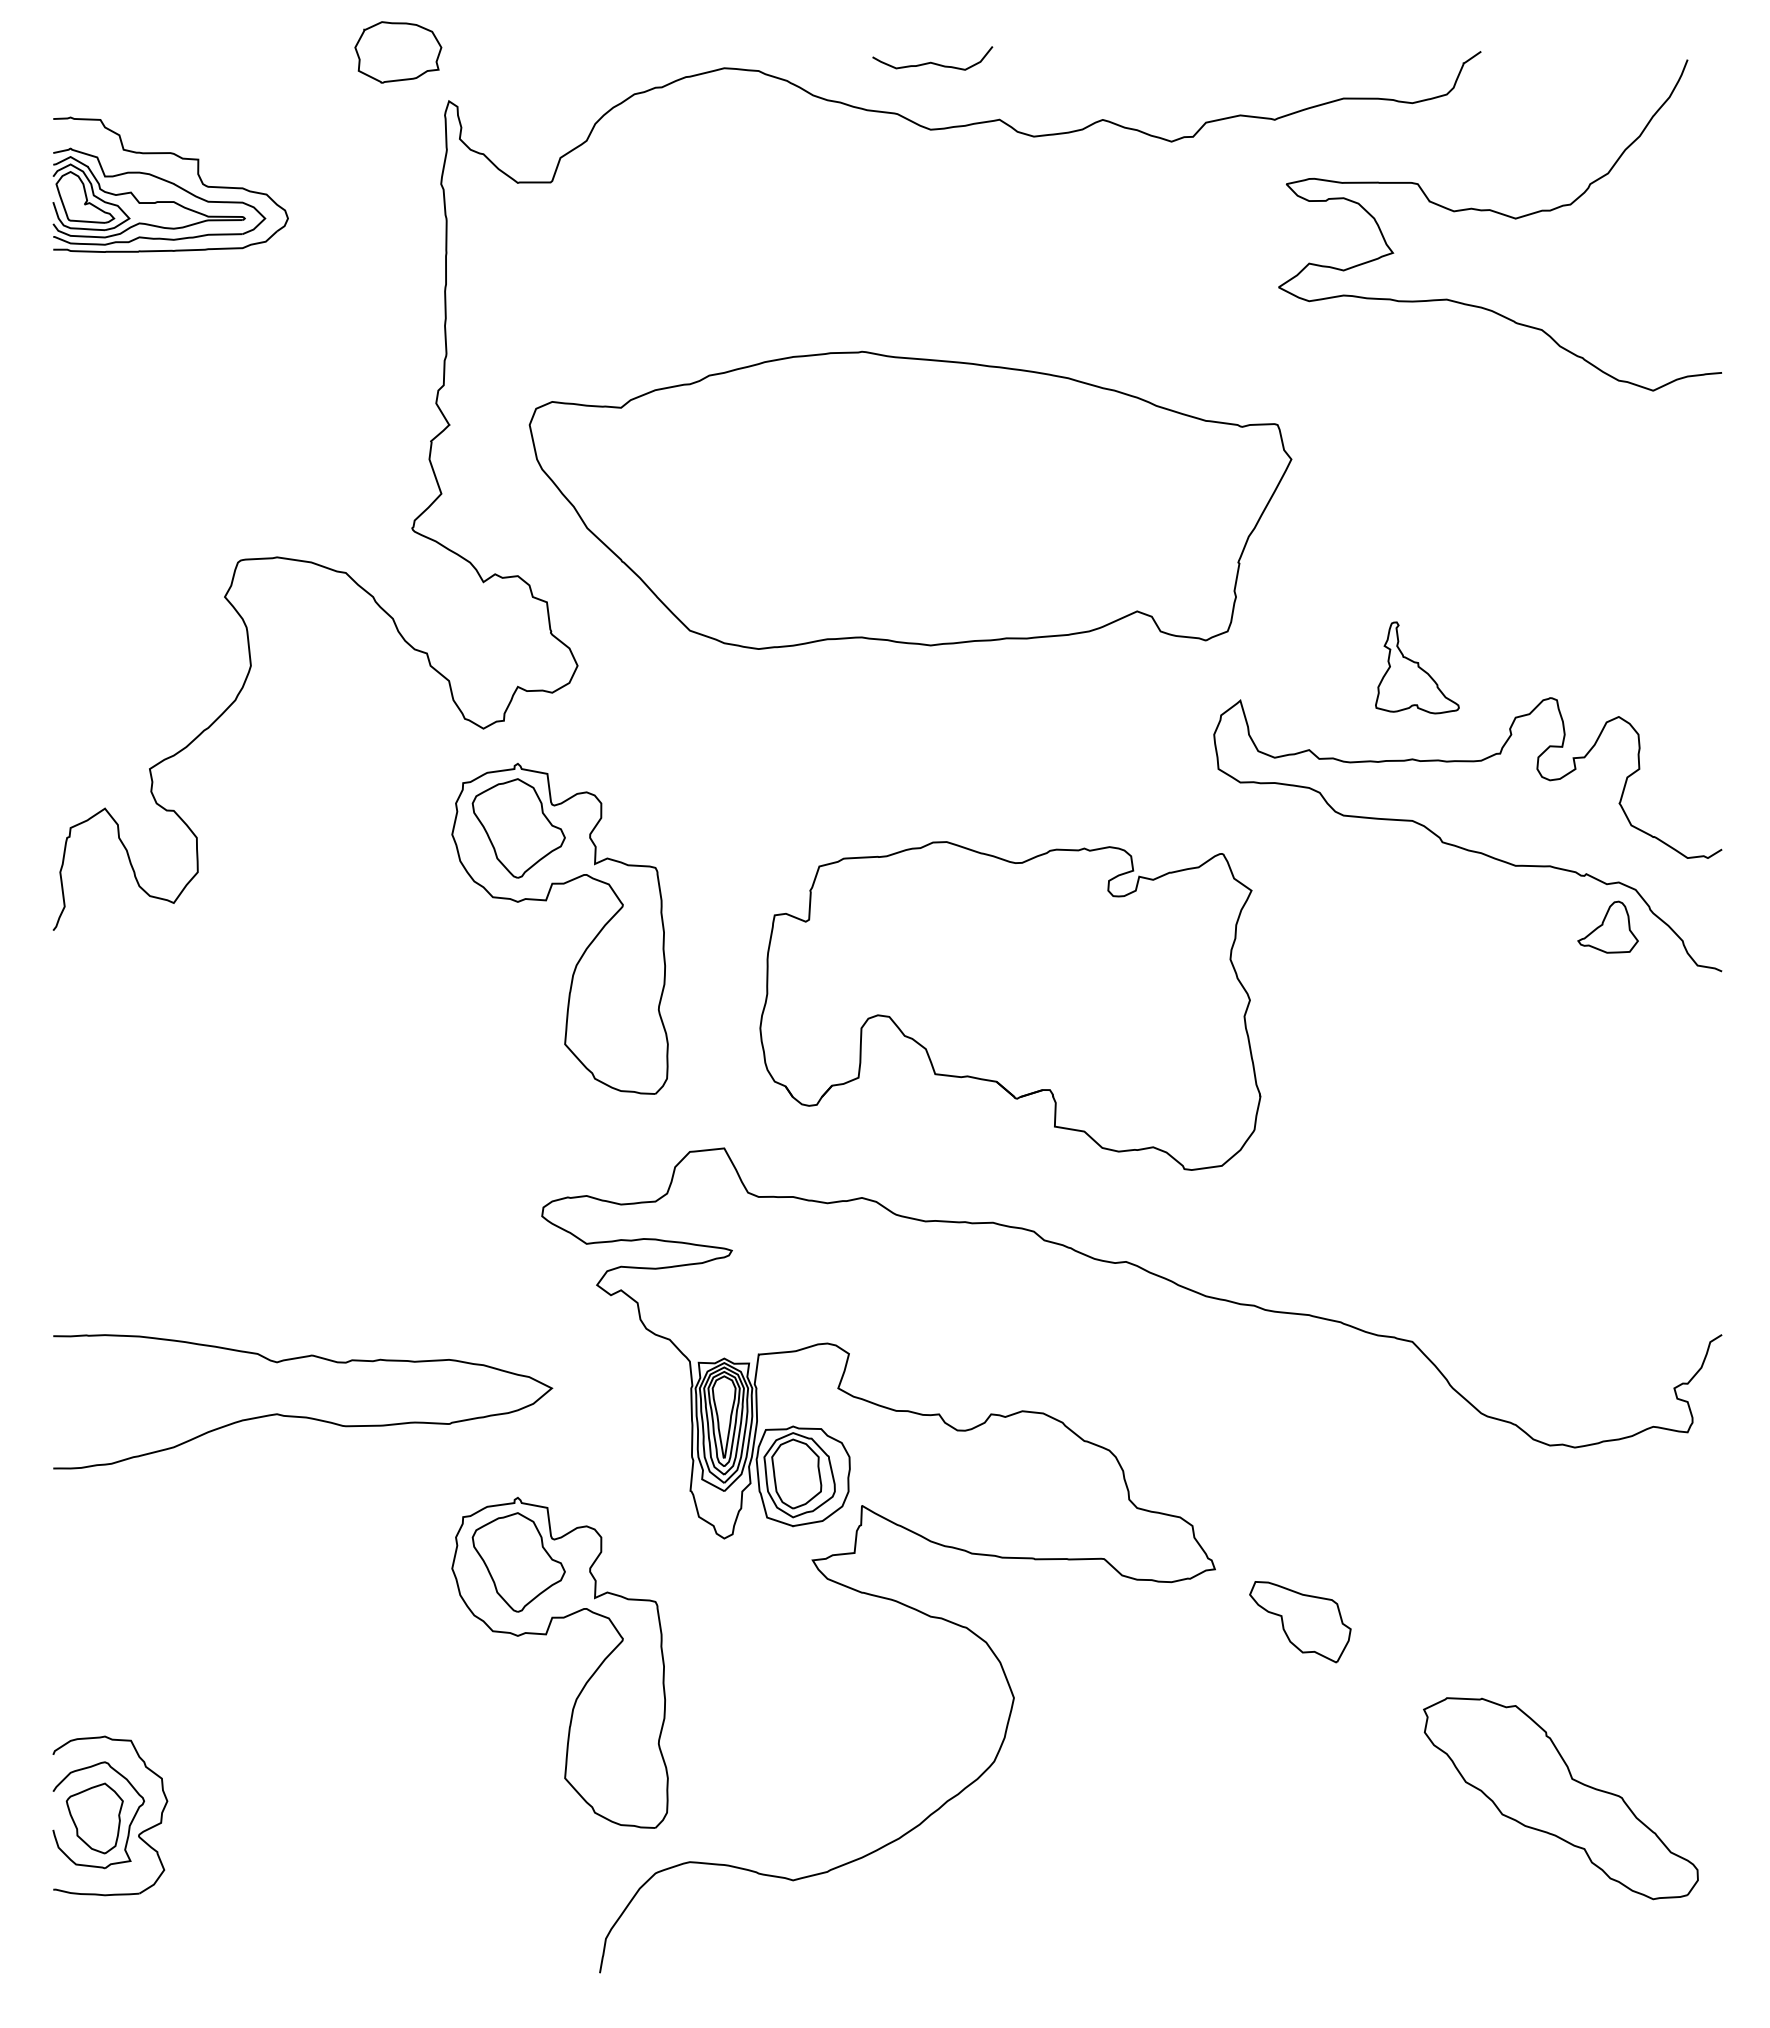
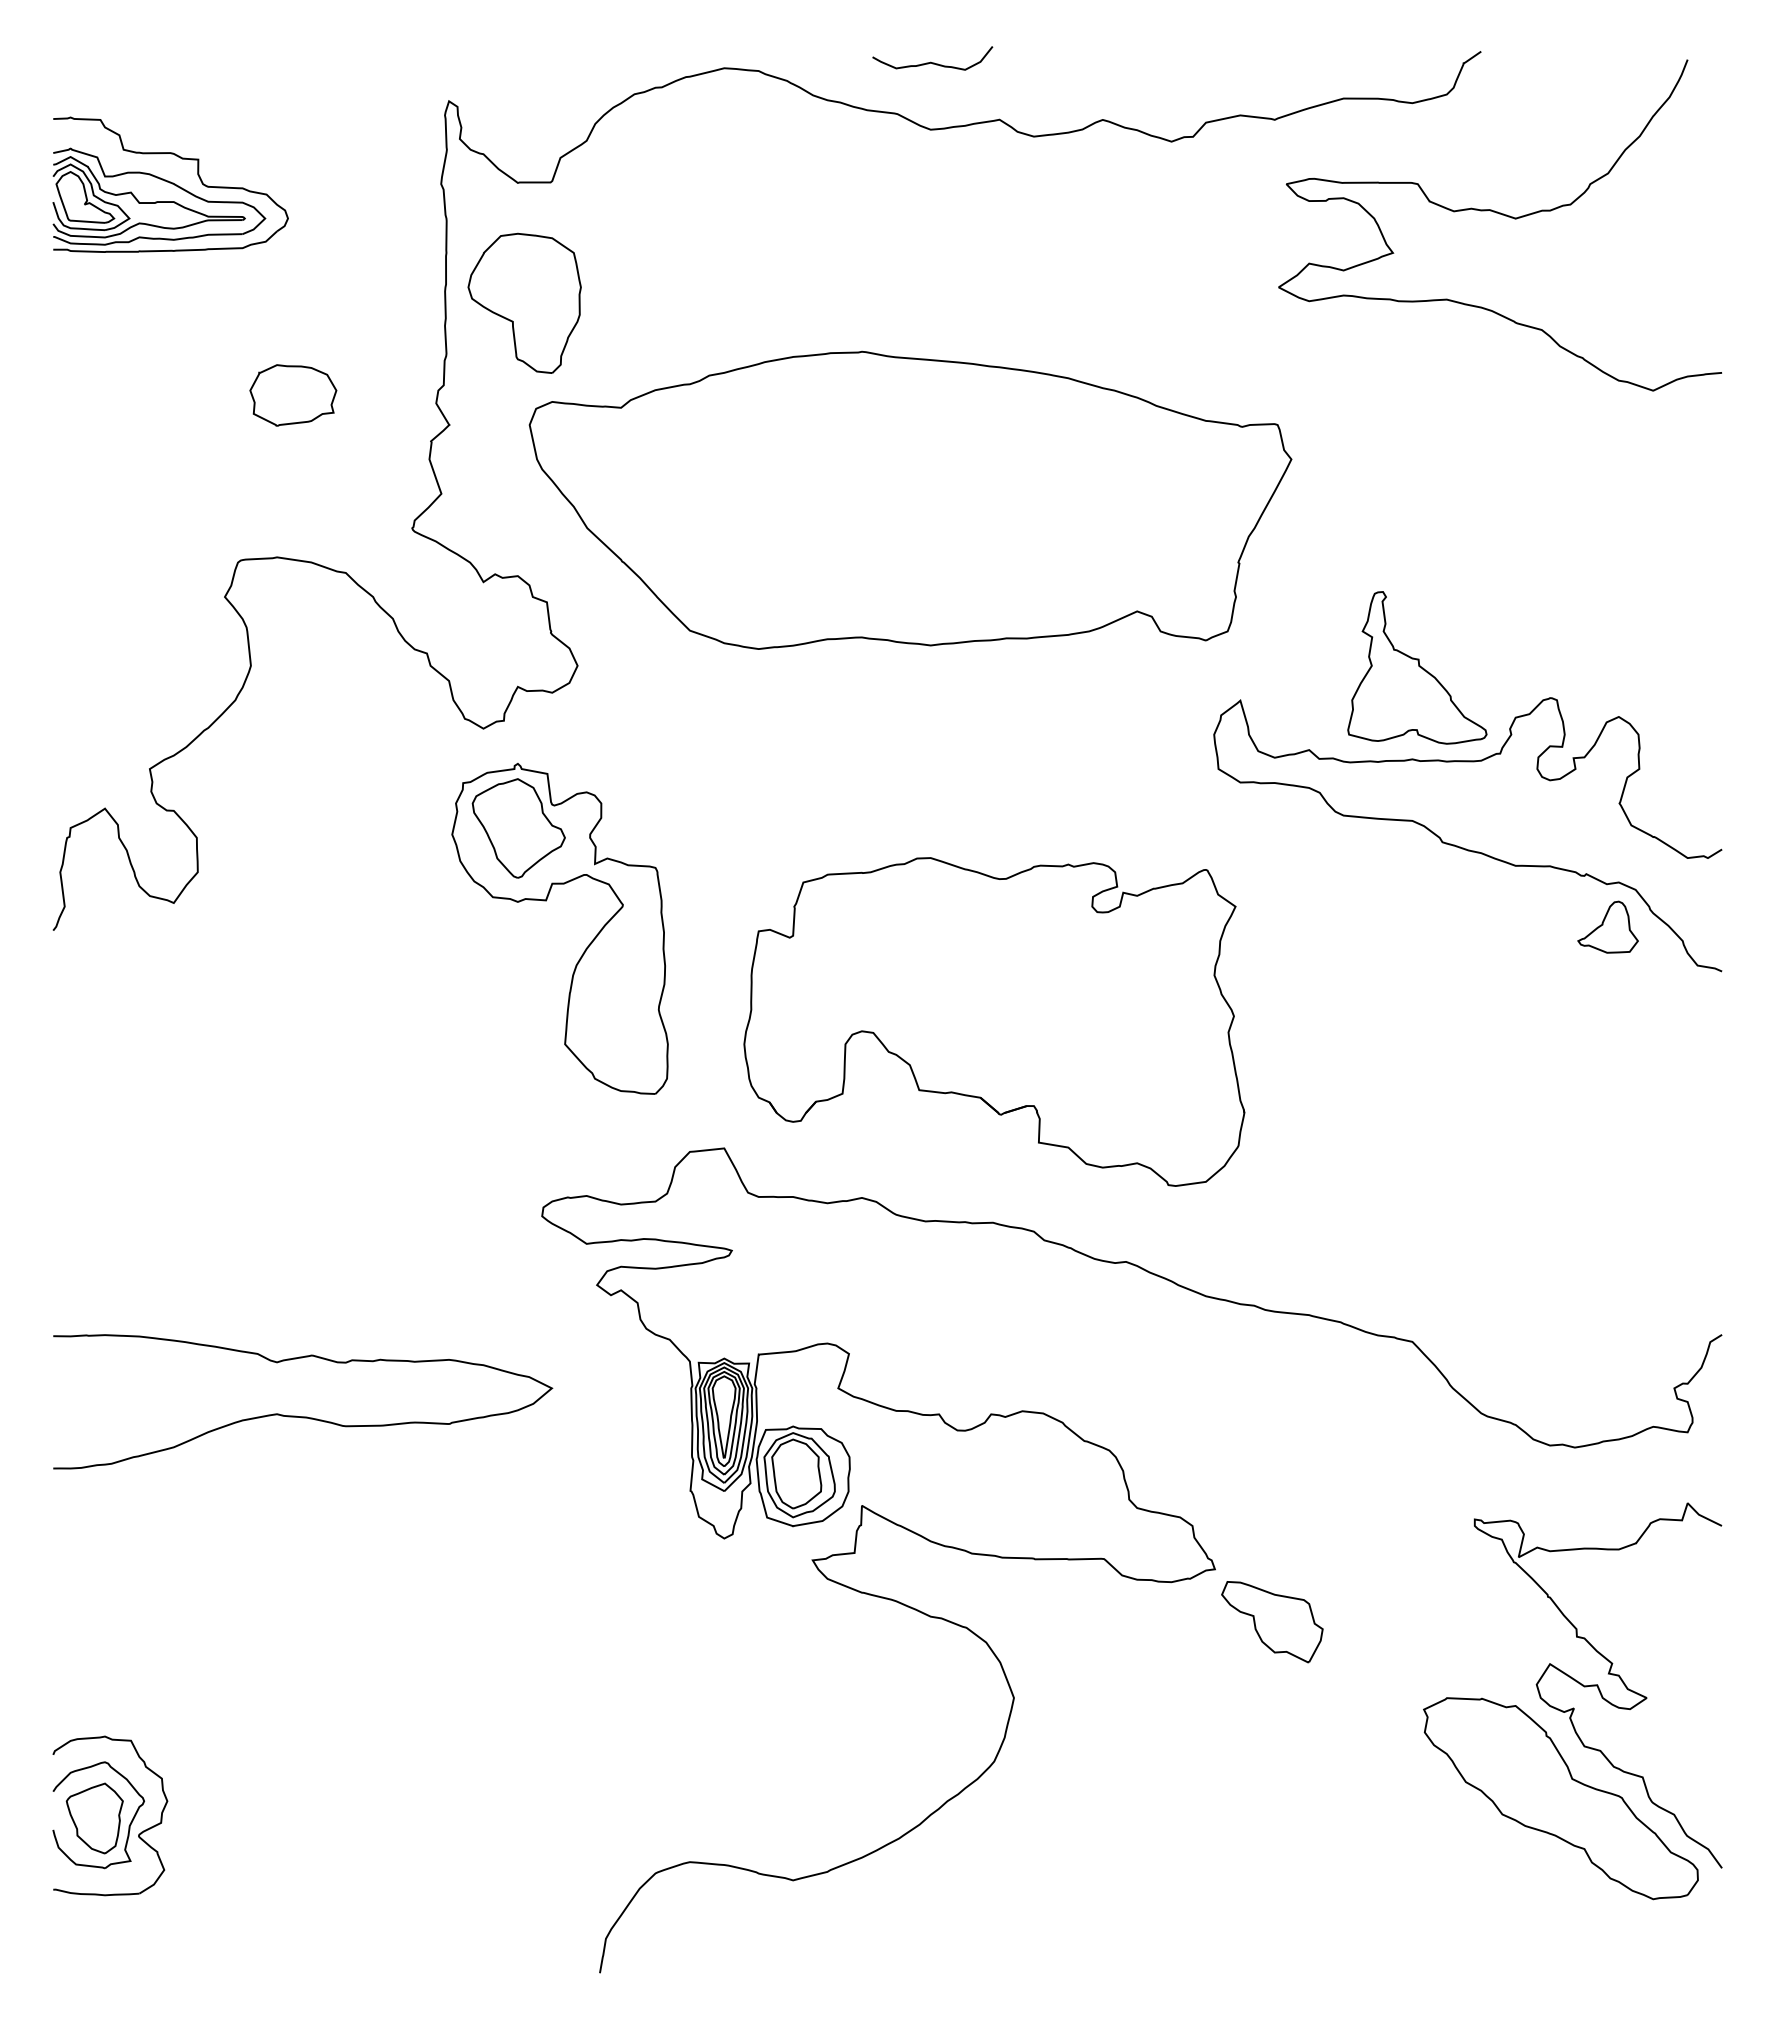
part at (398, 52) position: (398, 52) -> (293, 395)
part at (524, 302): none -> present
part at (1417, 667) size: 85x94 px -> 141x154 px
part at (1010, 1005) position: (1010, 1005) -> (994, 1021)
part at (1300, 1622) position: (1300, 1622) -> (1272, 1622)
part at (546, 1635): present -> none
curve at (1597, 1685): none -> present
